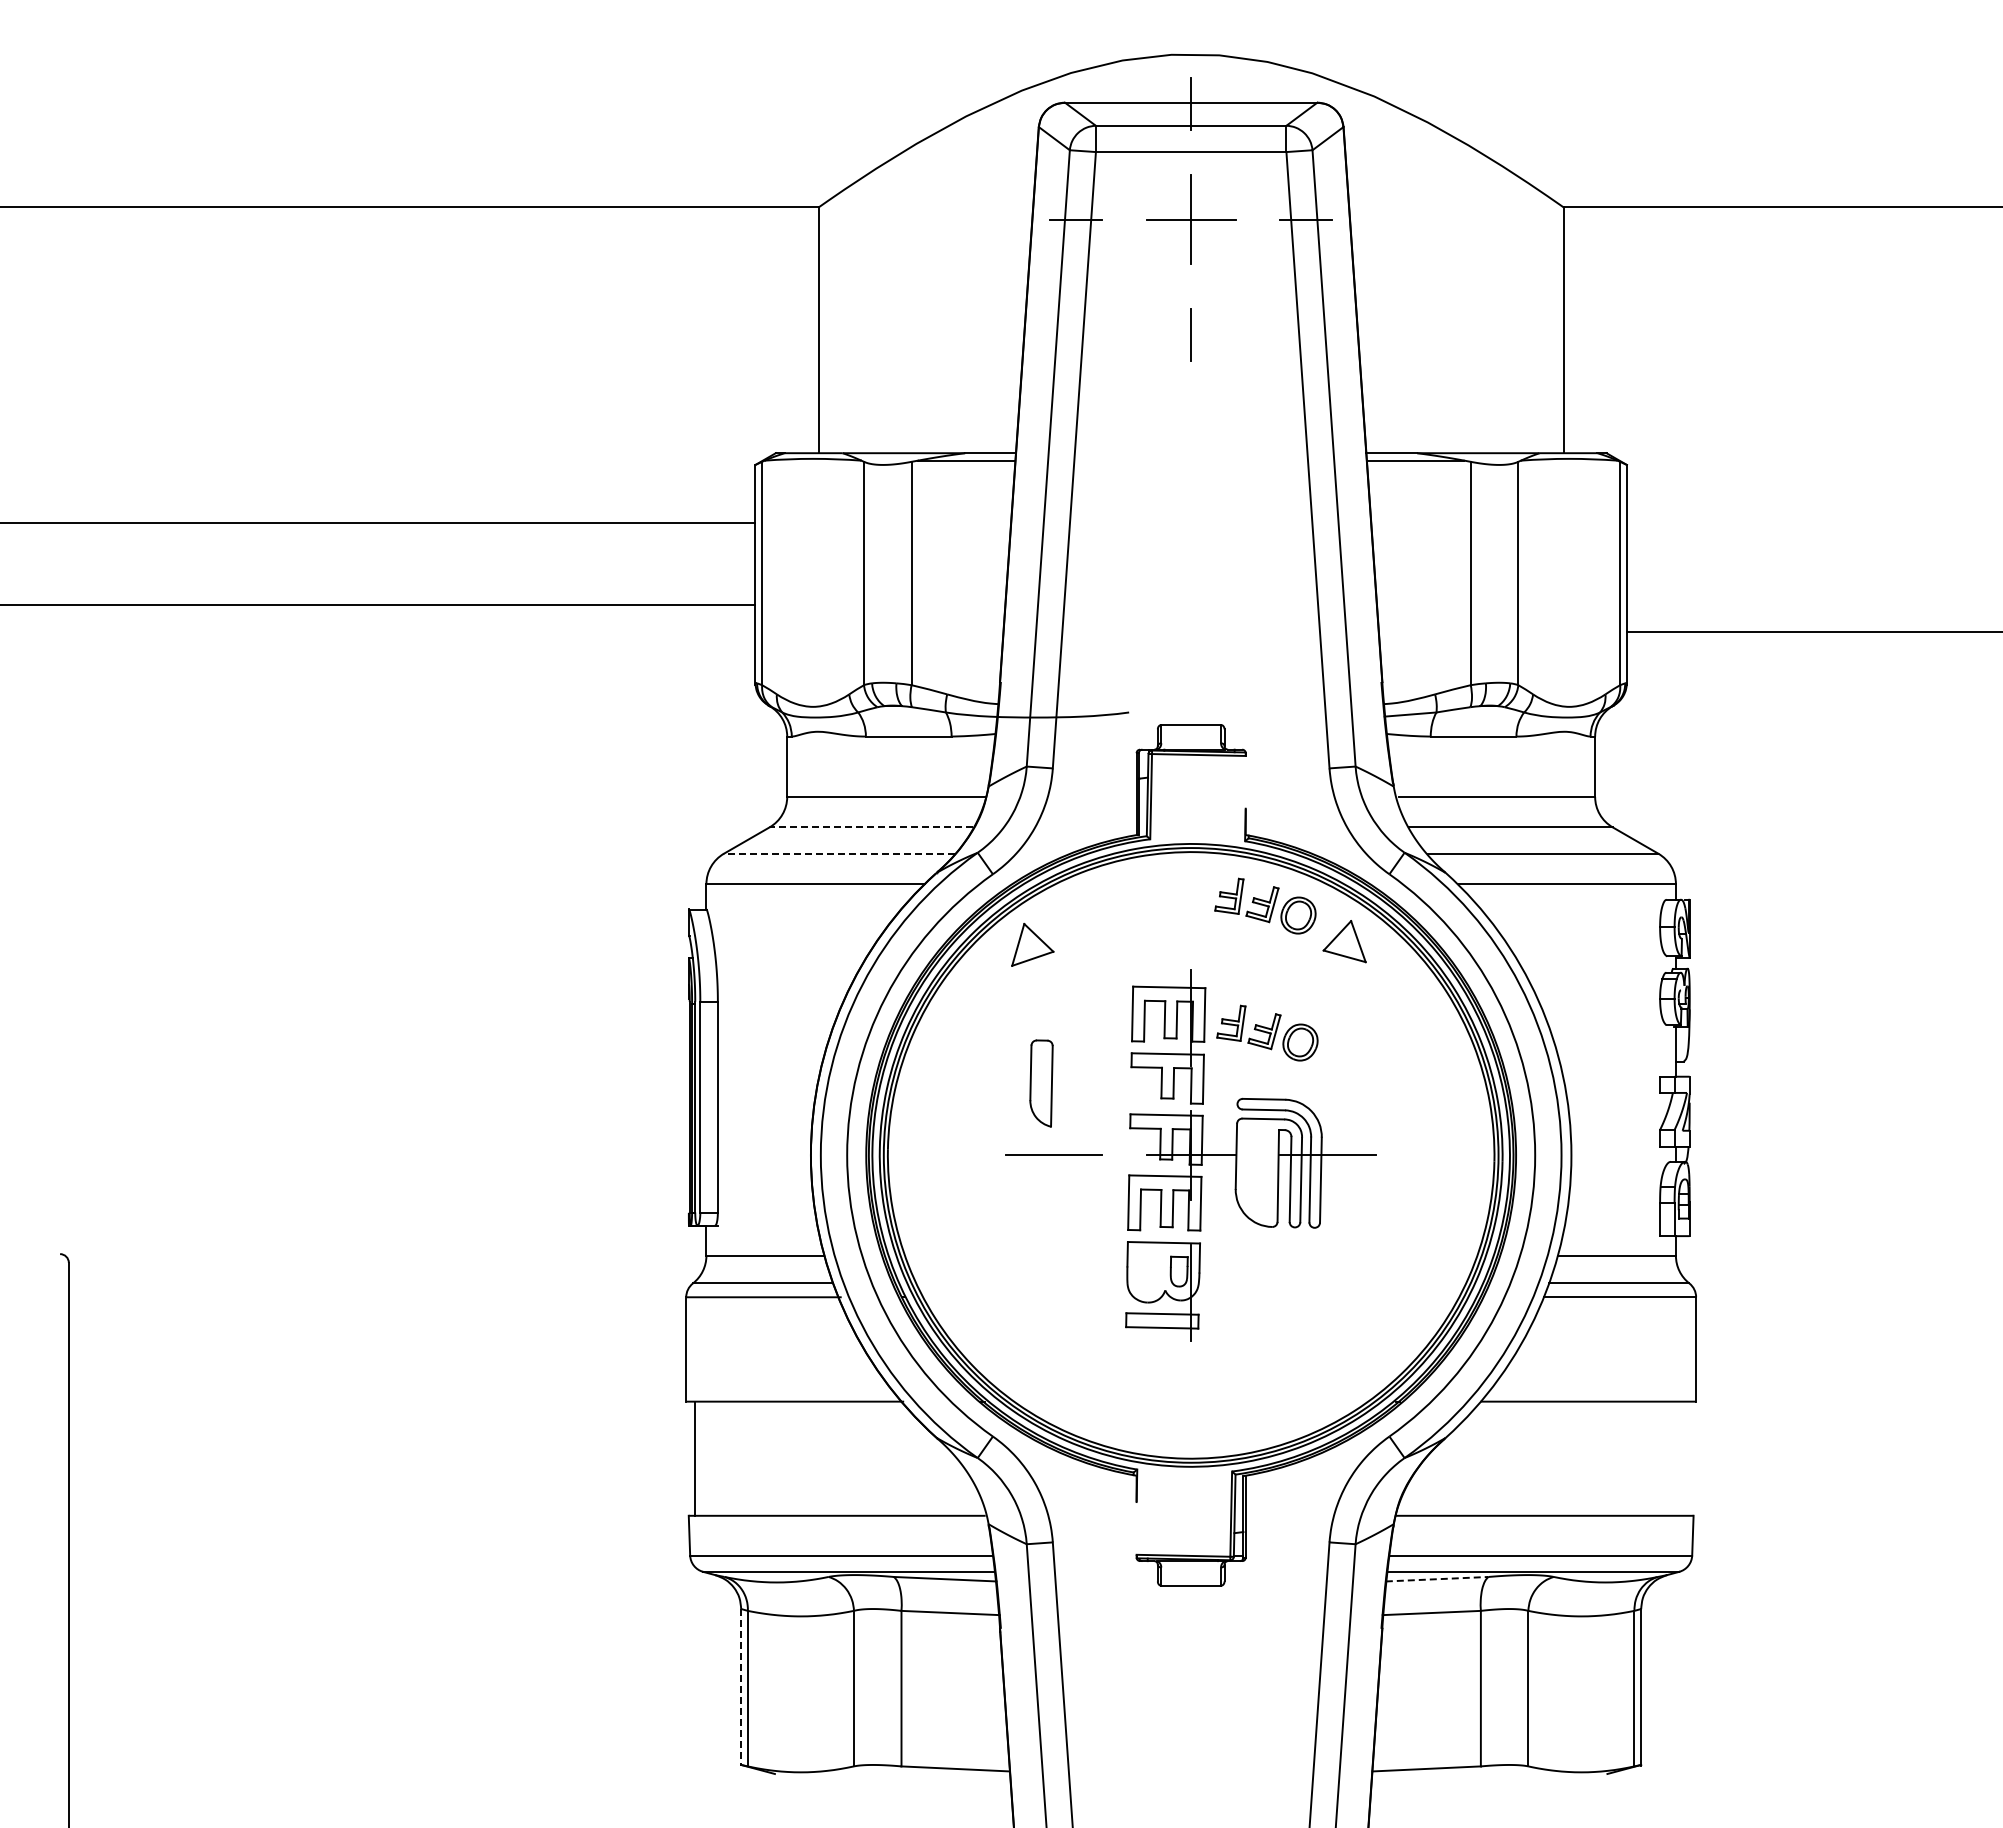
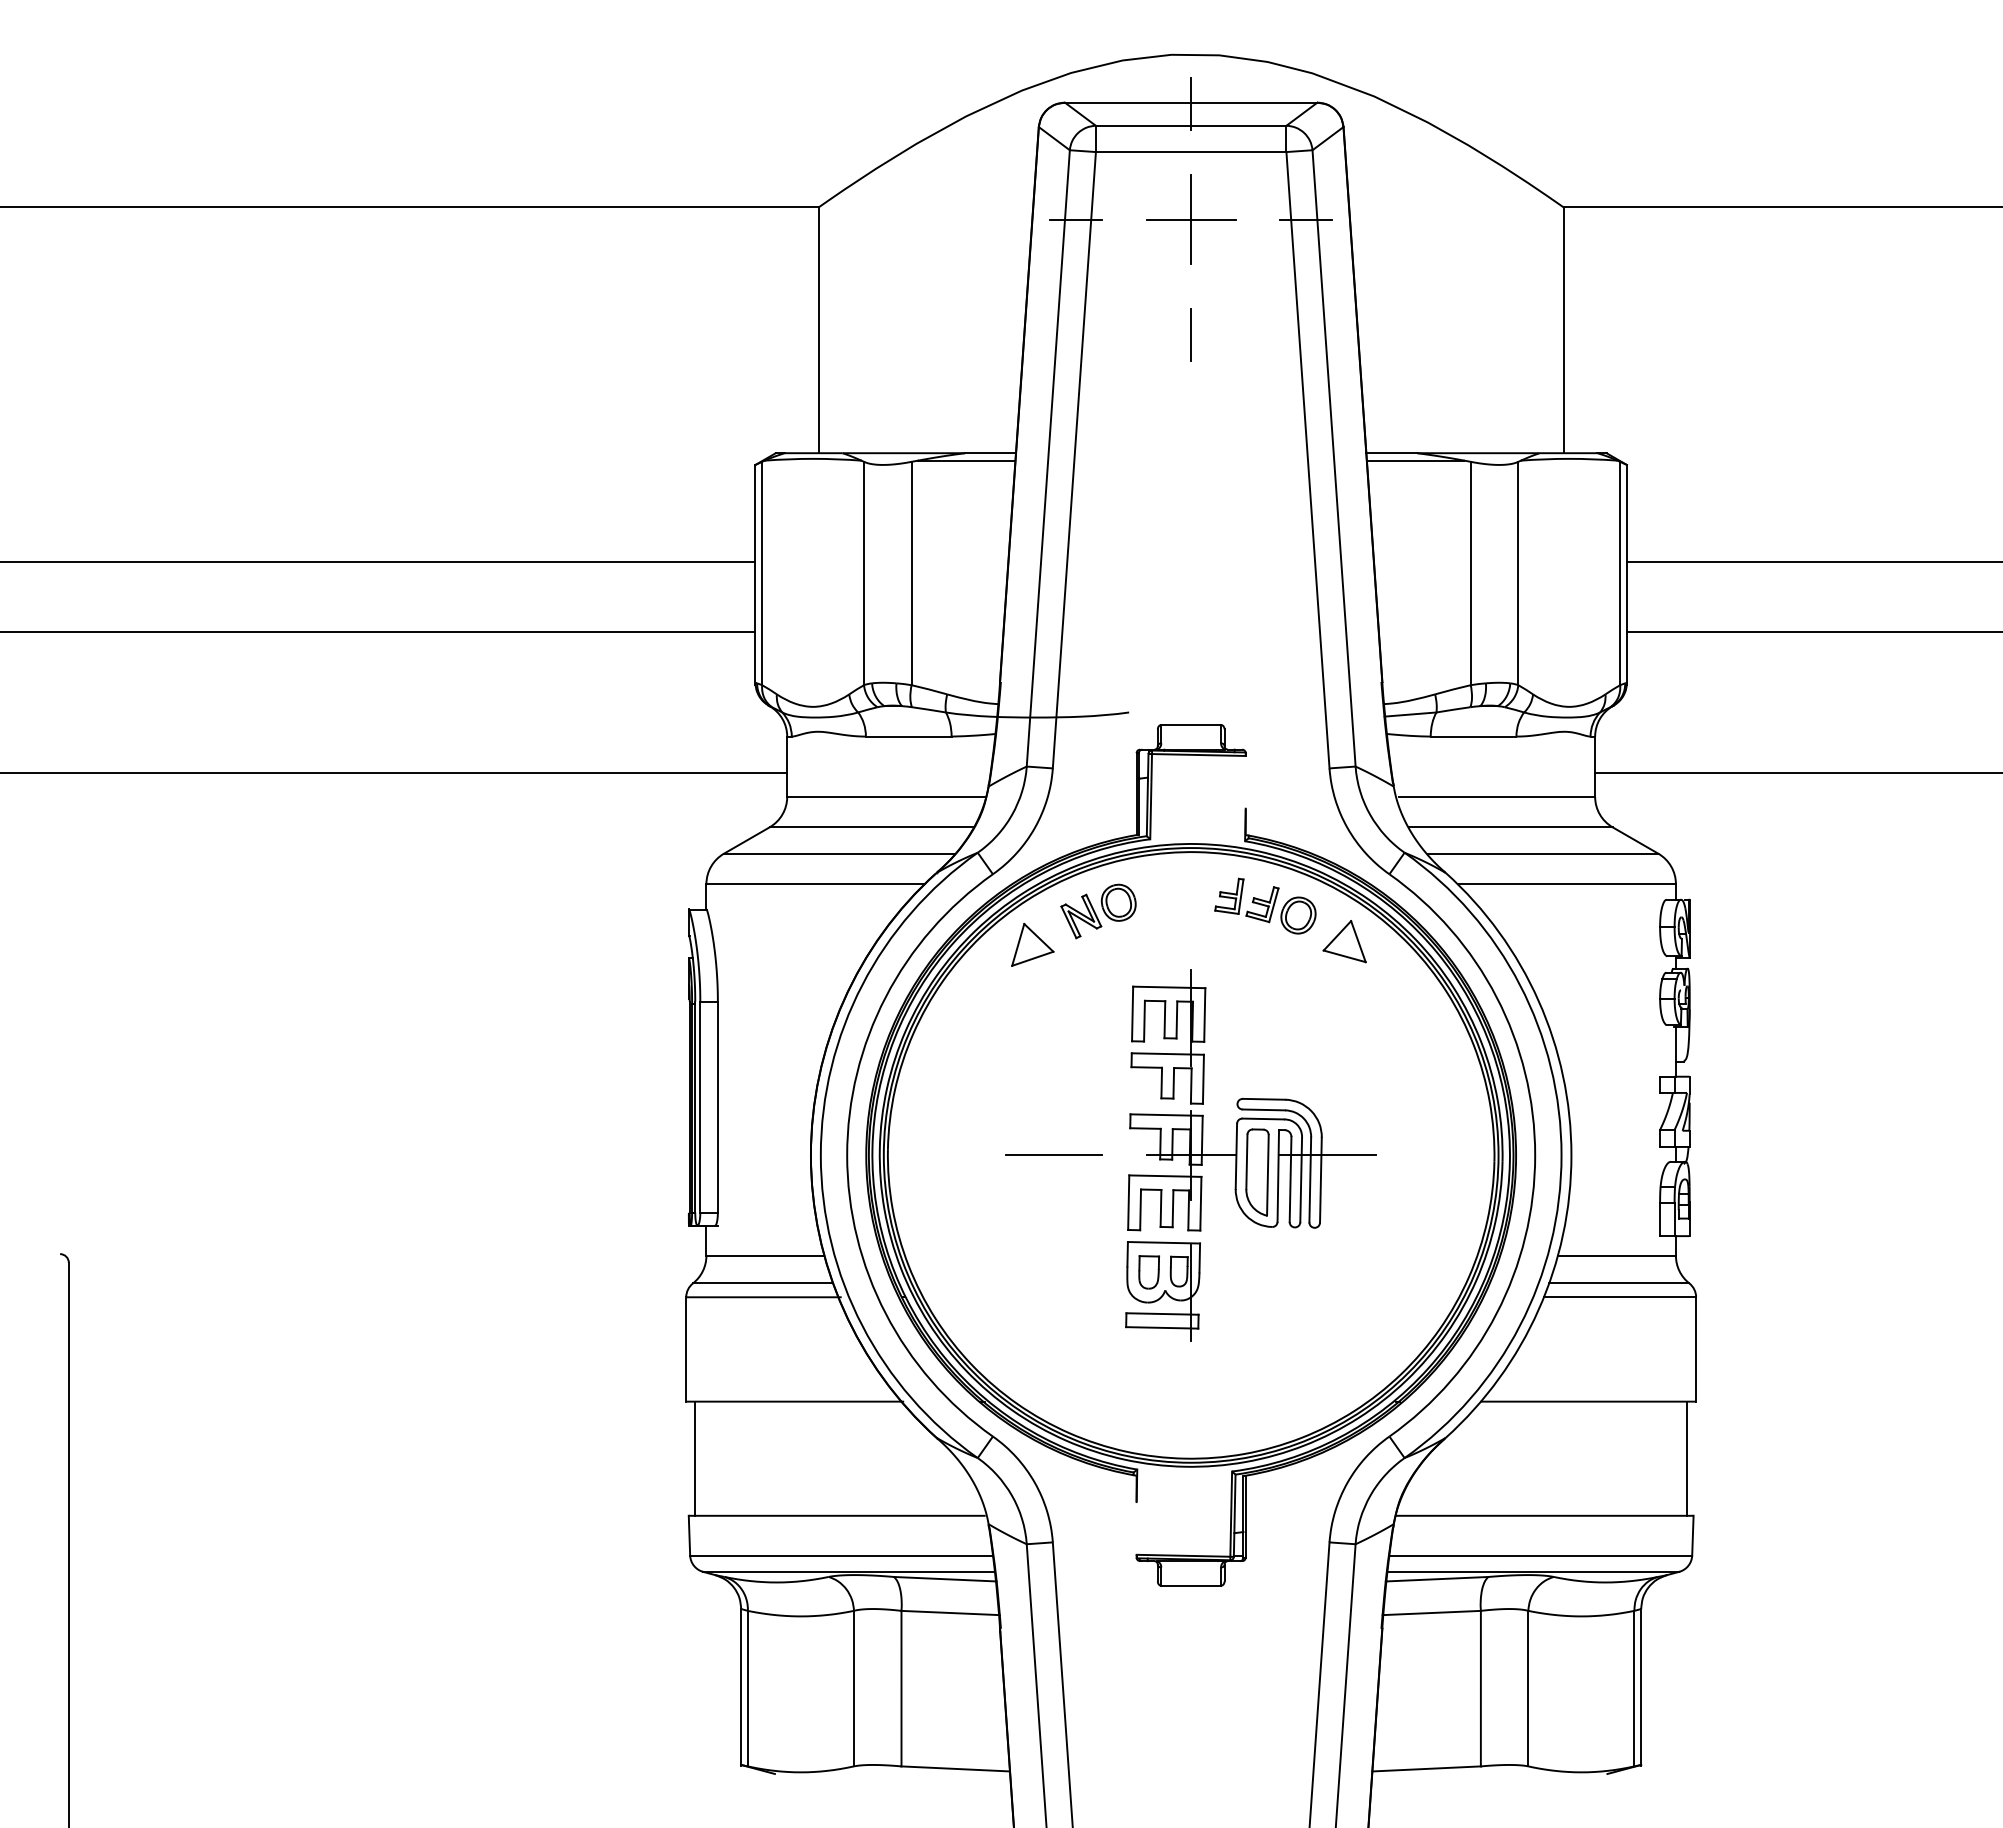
line at (378, 523) position: (378, 523) -> (378, 562)
line at (1812, 562): none -> present
line at (378, 605) position: (378, 605) -> (378, 632)
line at (394, 772): none -> present
line at (1797, 772): none -> present
line at (871, 827): dashed -> solid
line at (838, 853): dashed -> solid
part at (1098, 911): none -> present
part at (1267, 1032): present -> none
part at (1041, 1083) position: (1041, 1083) -> (1257, 1172)
part at (1148, 1272): none -> present
line at (1687, 1458): none -> present
line at (1437, 1579): dashed -> solid
line at (741, 1687): dashed -> solid
